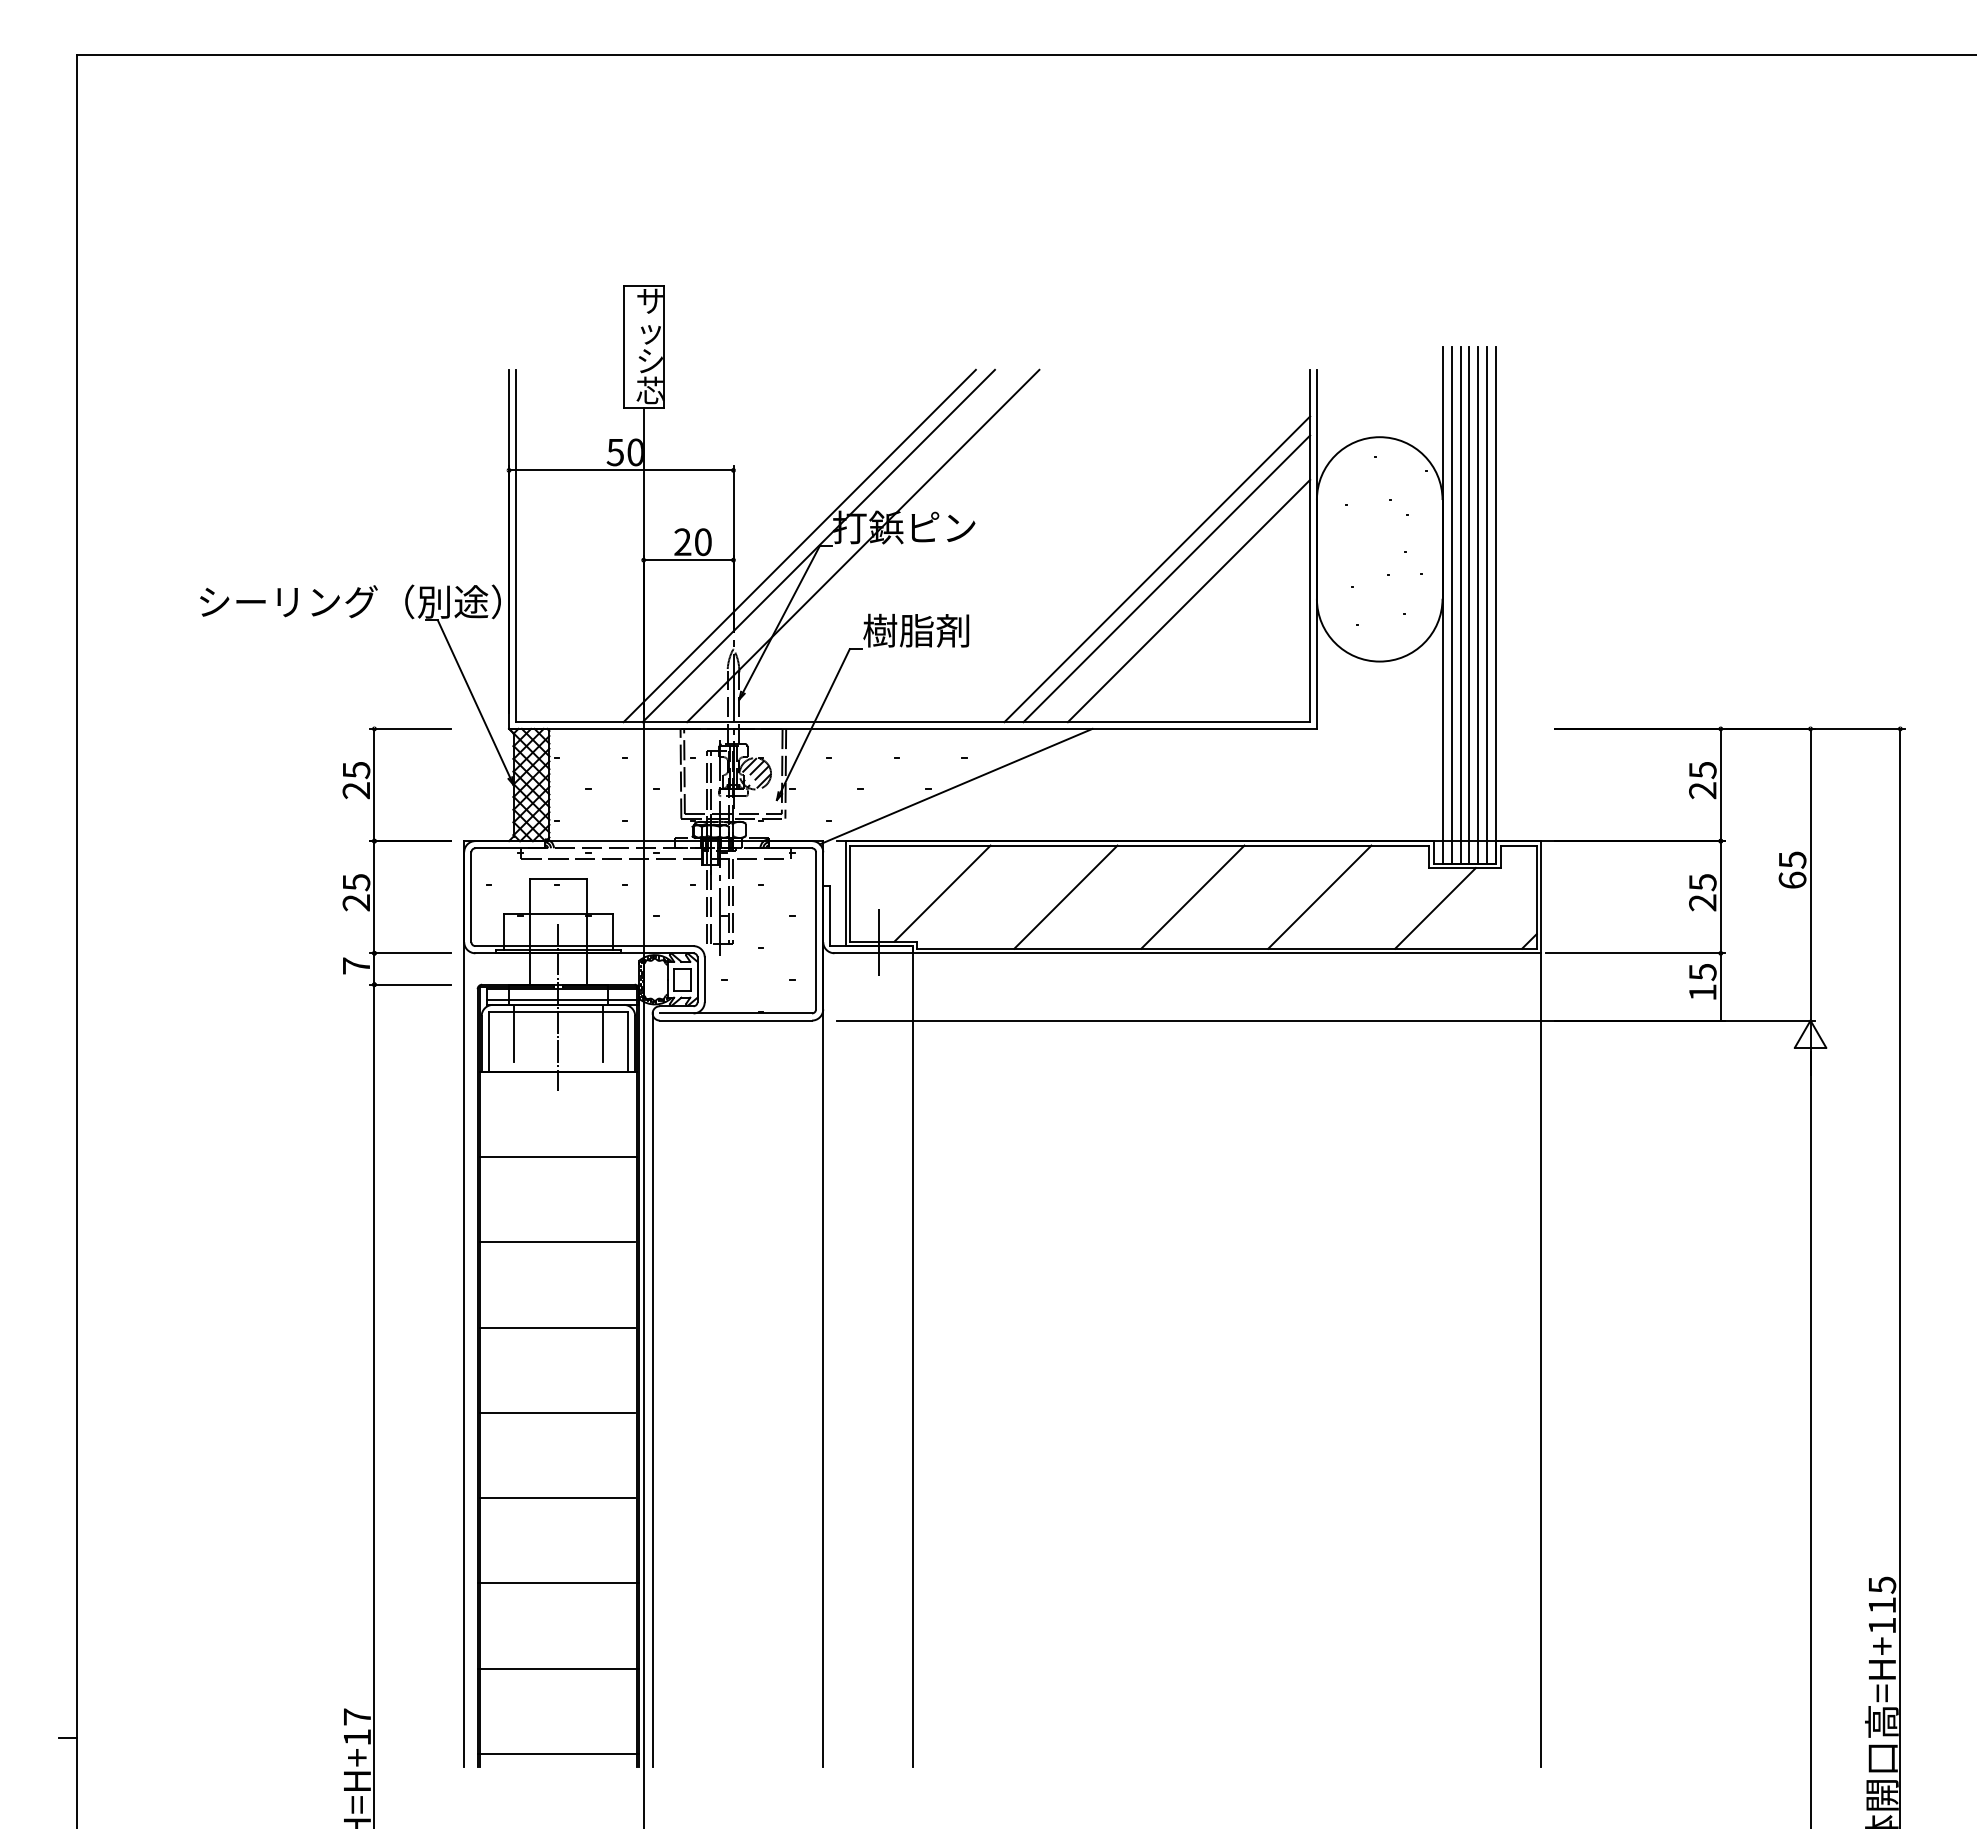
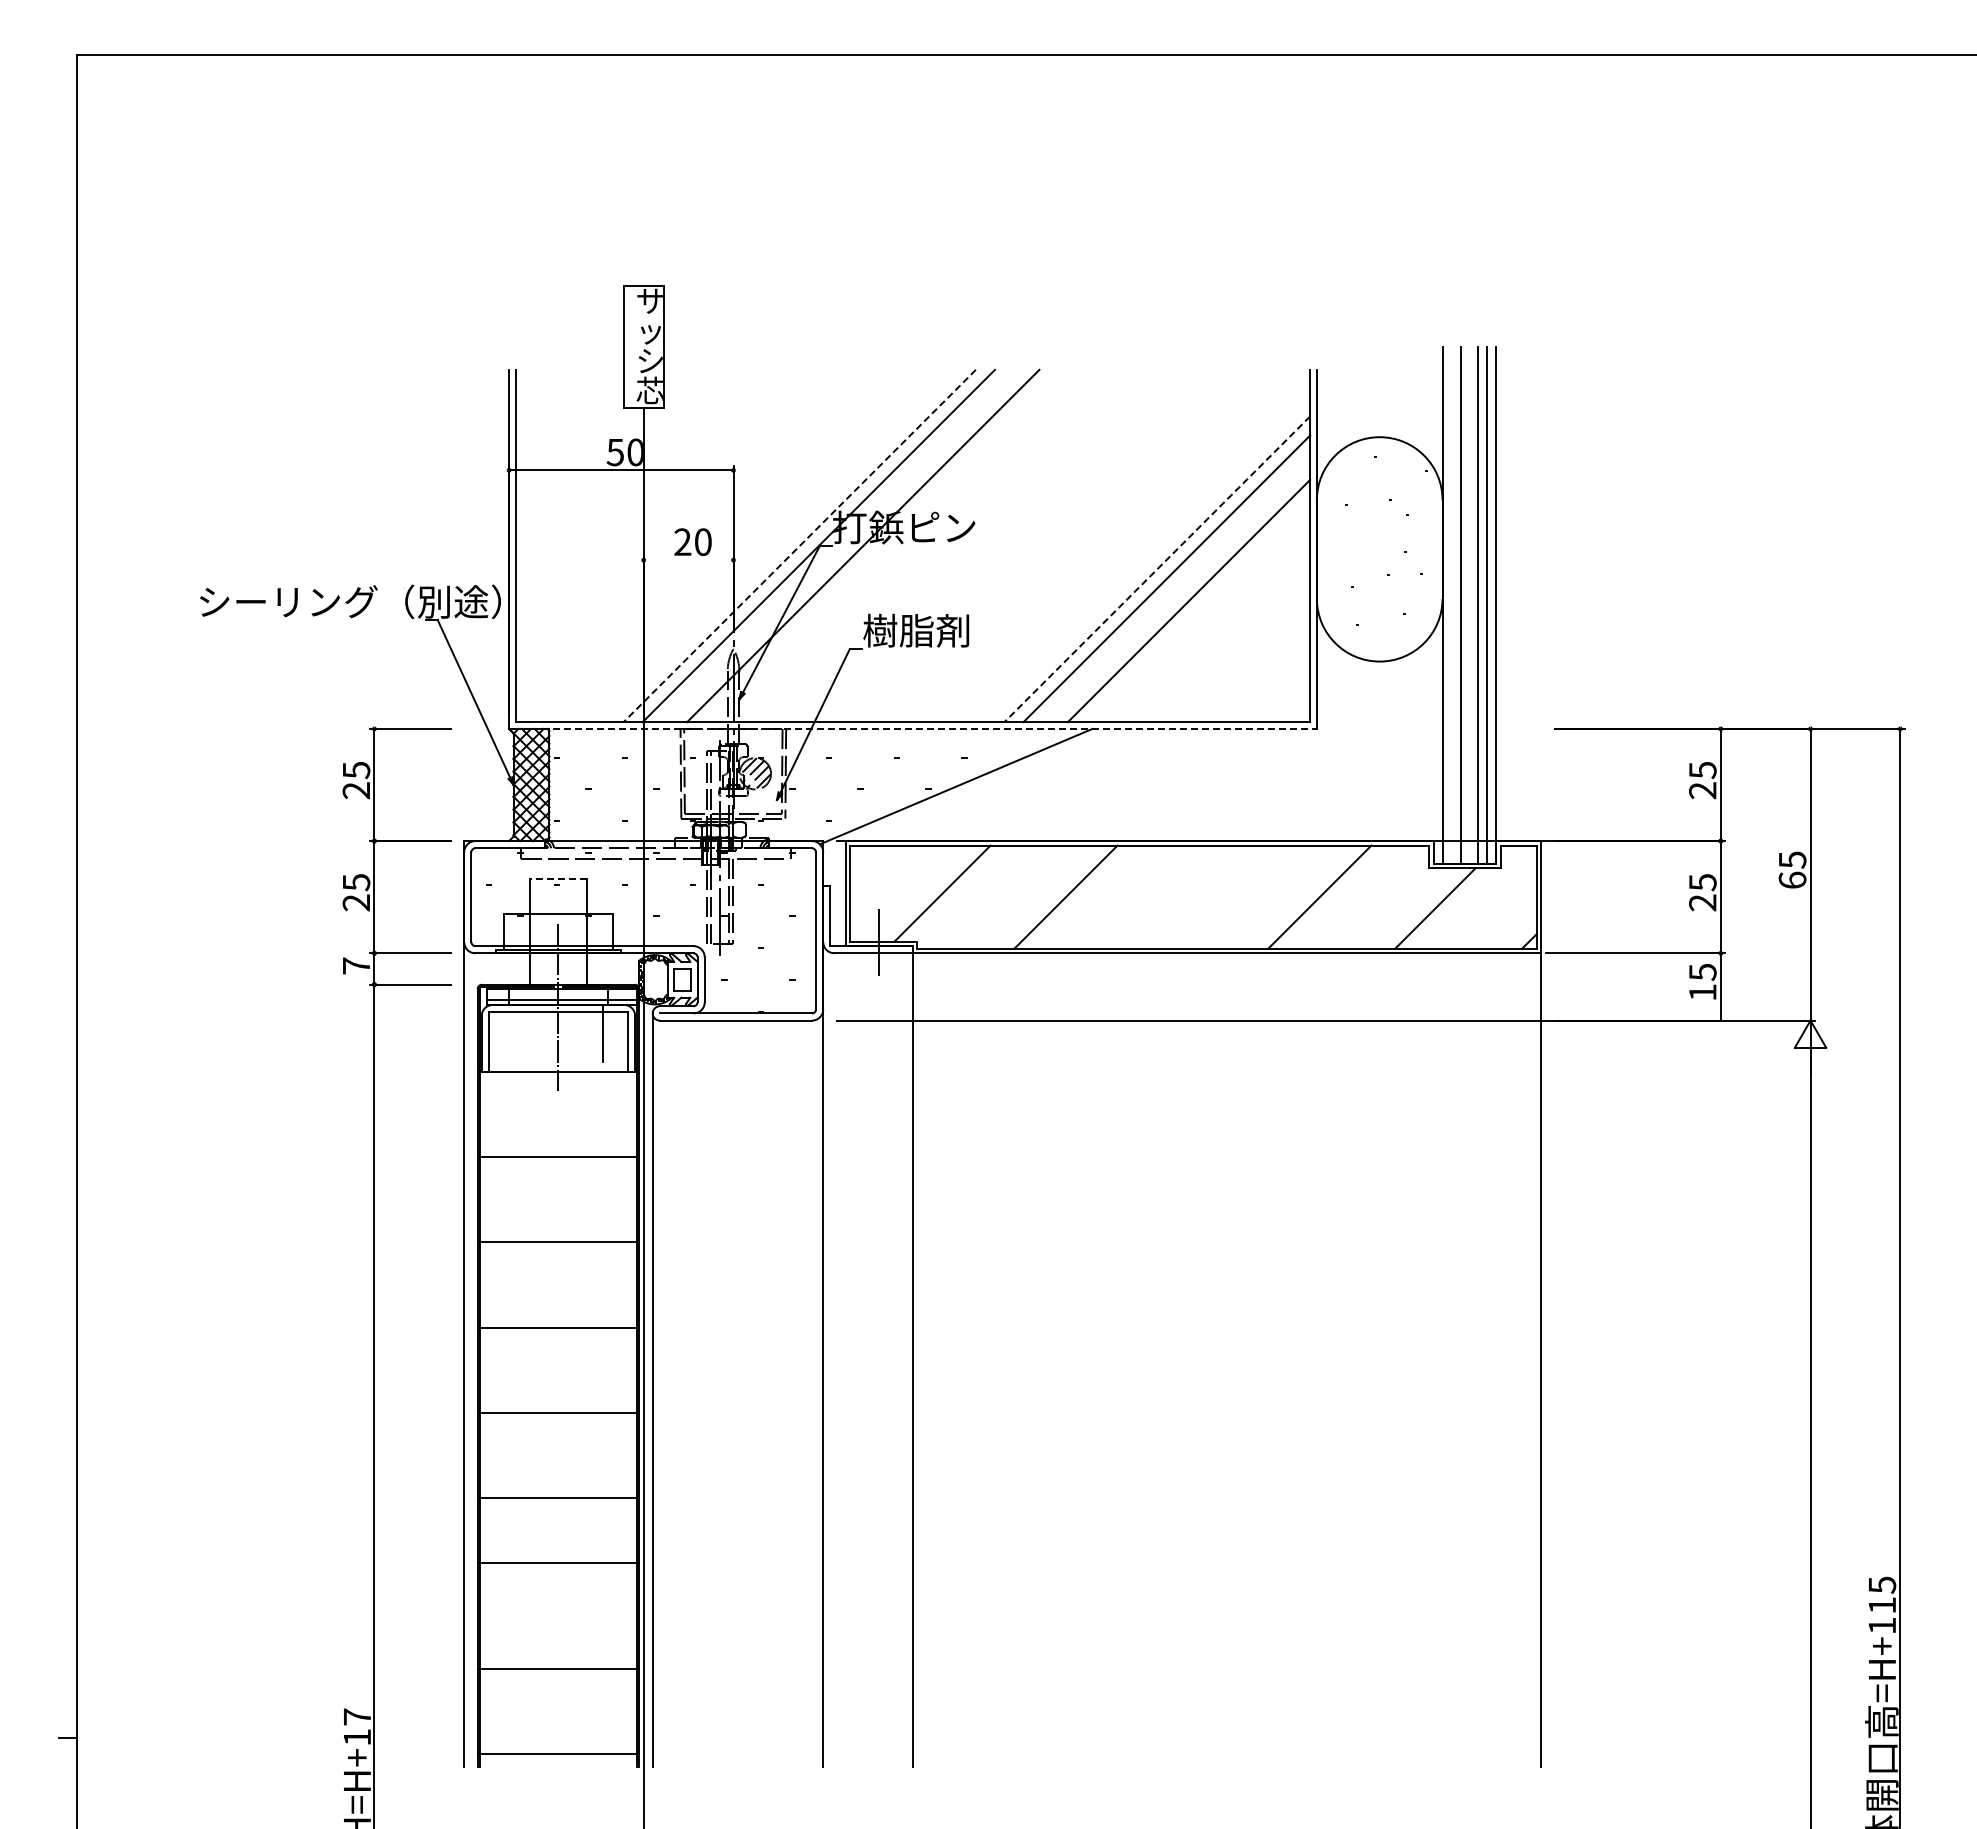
line at (799, 546): solid -> dashed
line at (688, 560): present -> none
line at (1156, 569): solid -> dashed
line at (1451, 605): present -> none
line at (1469, 605): present -> none
line at (912, 728): solid -> dashed
line at (557, 879): solid -> dashed
line at (1192, 896): present -> none
line at (513, 1033): present -> none
line at (558, 1583) position: (558, 1583) -> (558, 1563)
